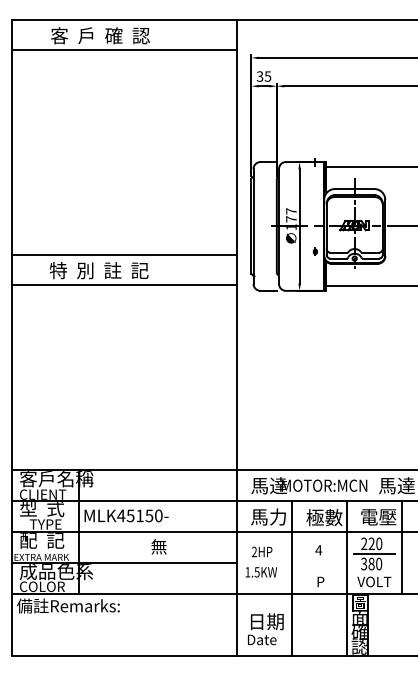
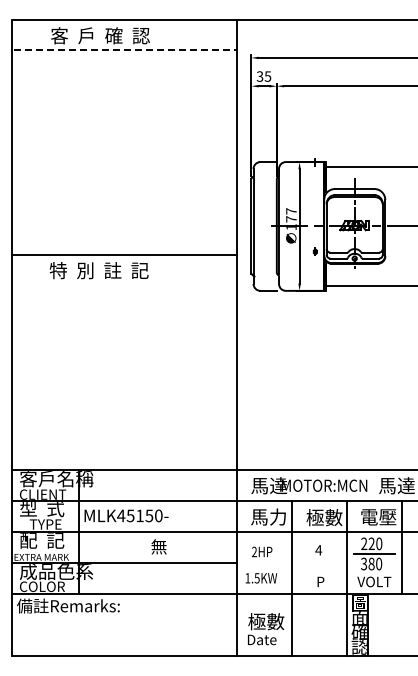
line at (125, 50): solid -> dashed
line at (124, 284): present -> none
text at (261, 572) position: (261, 572) -> (261, 578)
text at (266, 621): 日期 -> 極數
